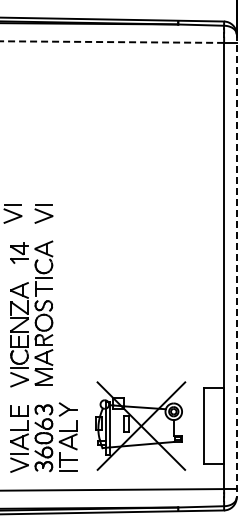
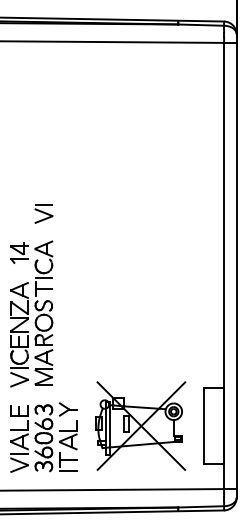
line at (112, 42): dashed -> solid
part at (12, 213): present -> none
line at (236, 266): dashed -> solid
